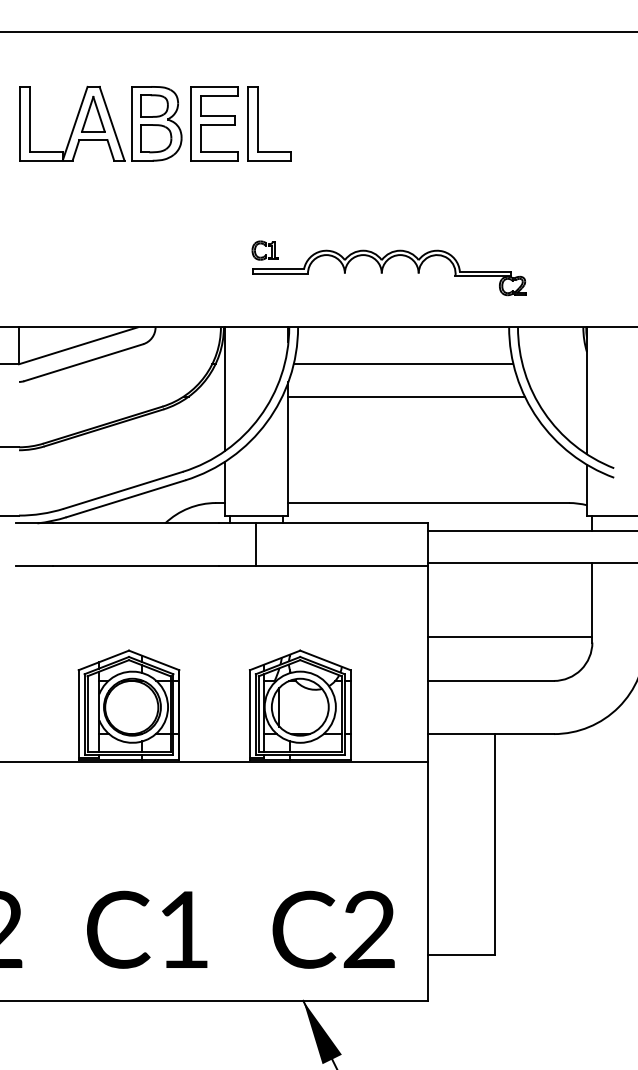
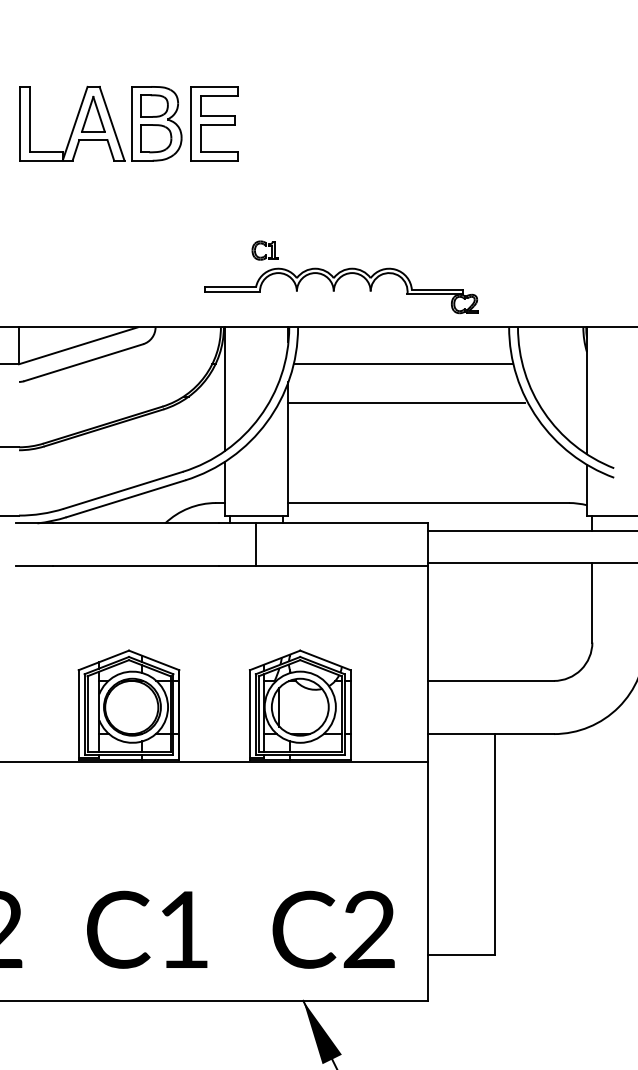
line at (318, 32): present -> none
part at (258, 123): present -> none
part at (383, 269) position: (383, 269) -> (335, 287)
line at (406, 396) position: (406, 396) -> (406, 402)
line at (510, 636): present -> none
